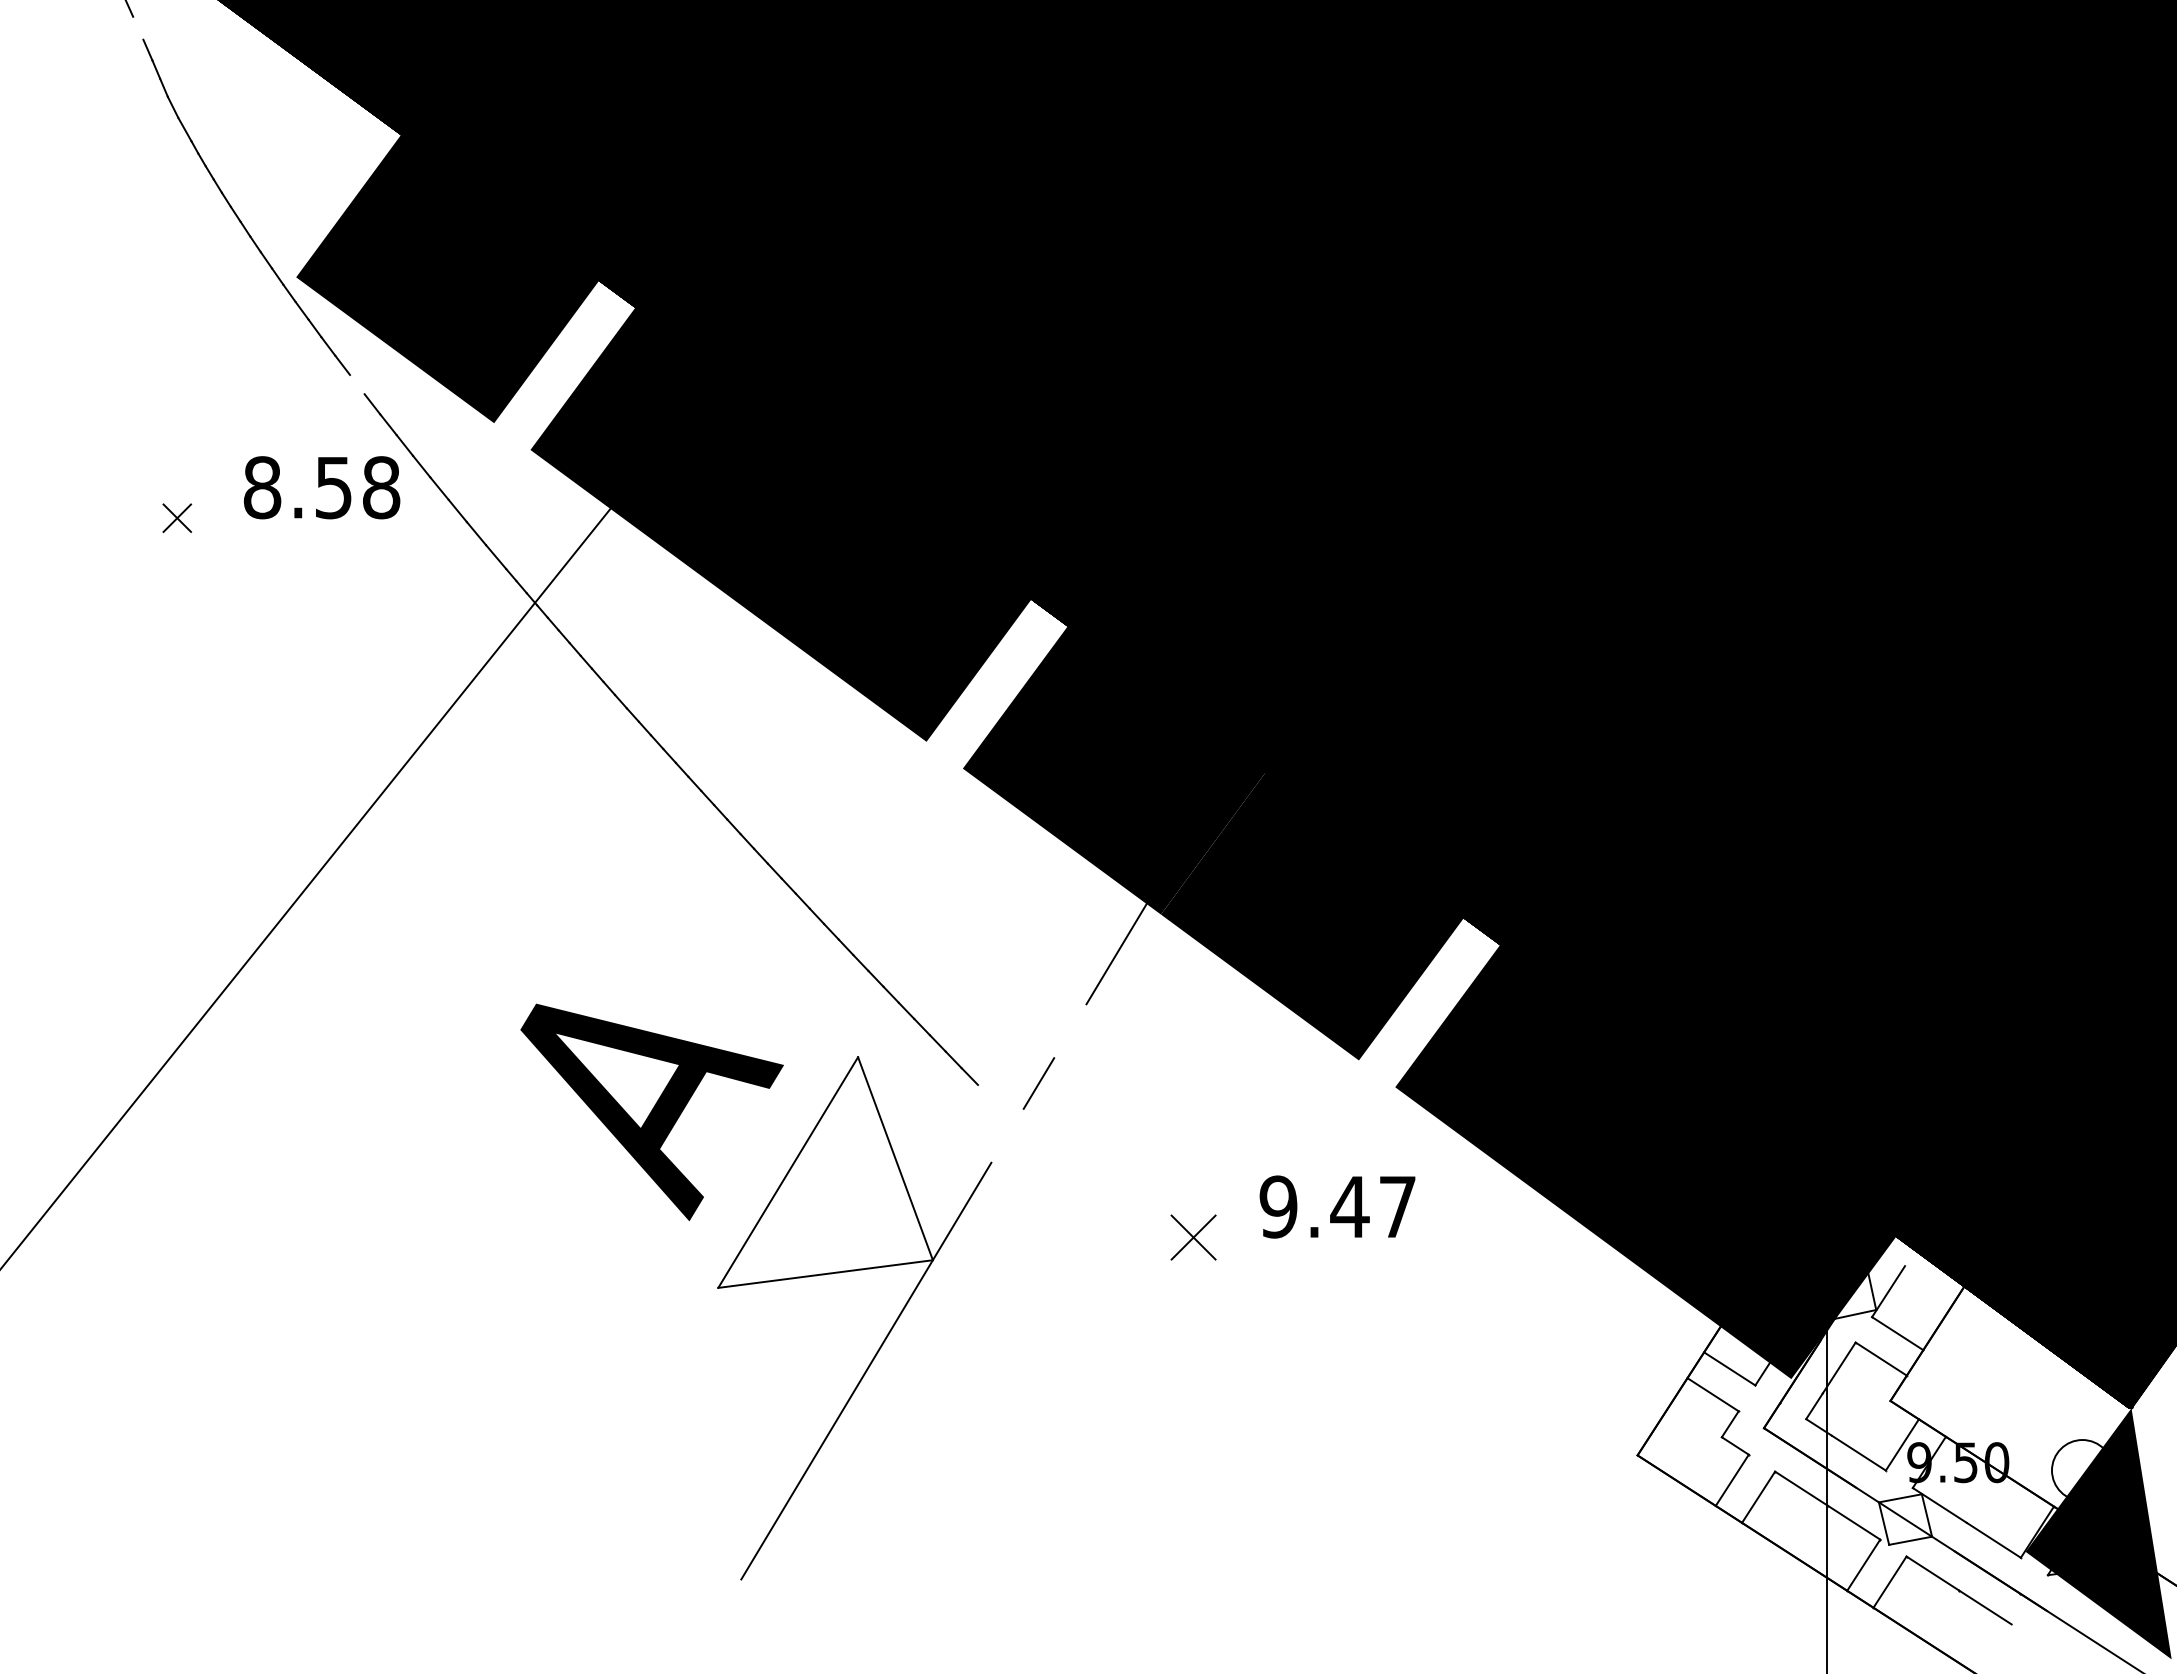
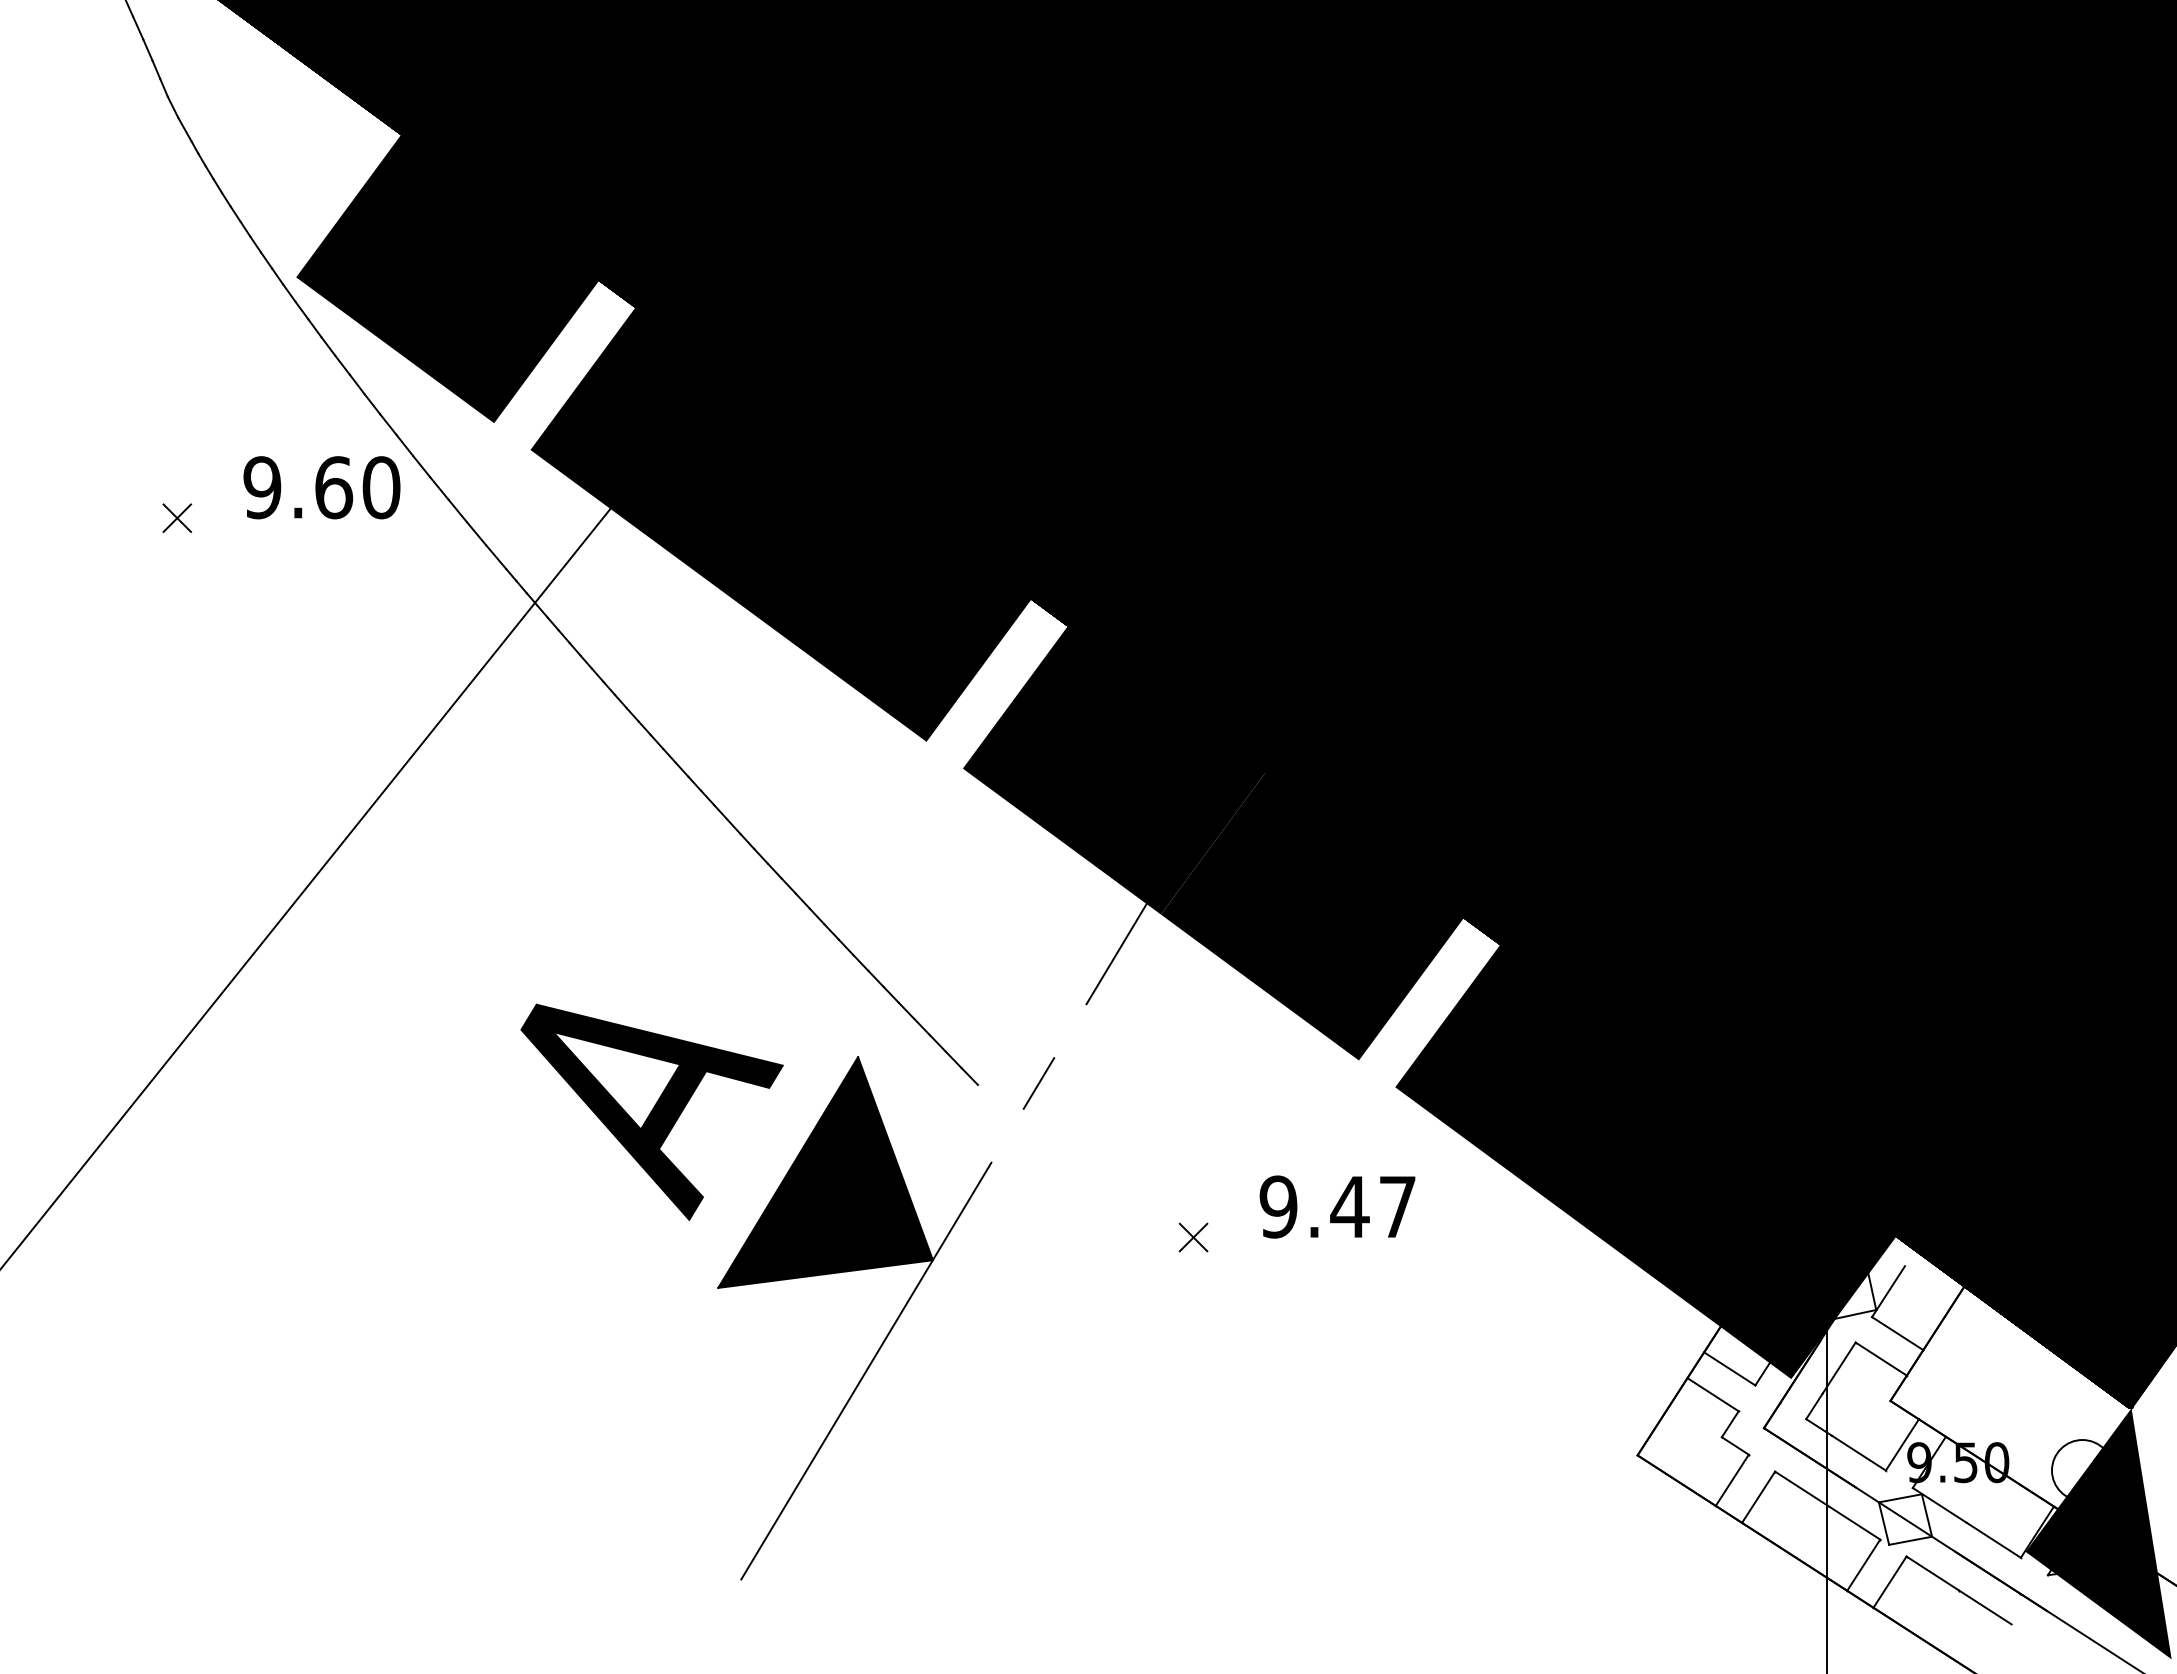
line at (138, 27): none -> present
line at (357, 384): none -> present
text at (321, 487): 8.58 -> 9.60
fill at (825, 1172): none -> present
part at (1193, 1237) size: 47x47 px -> 31x31 px
